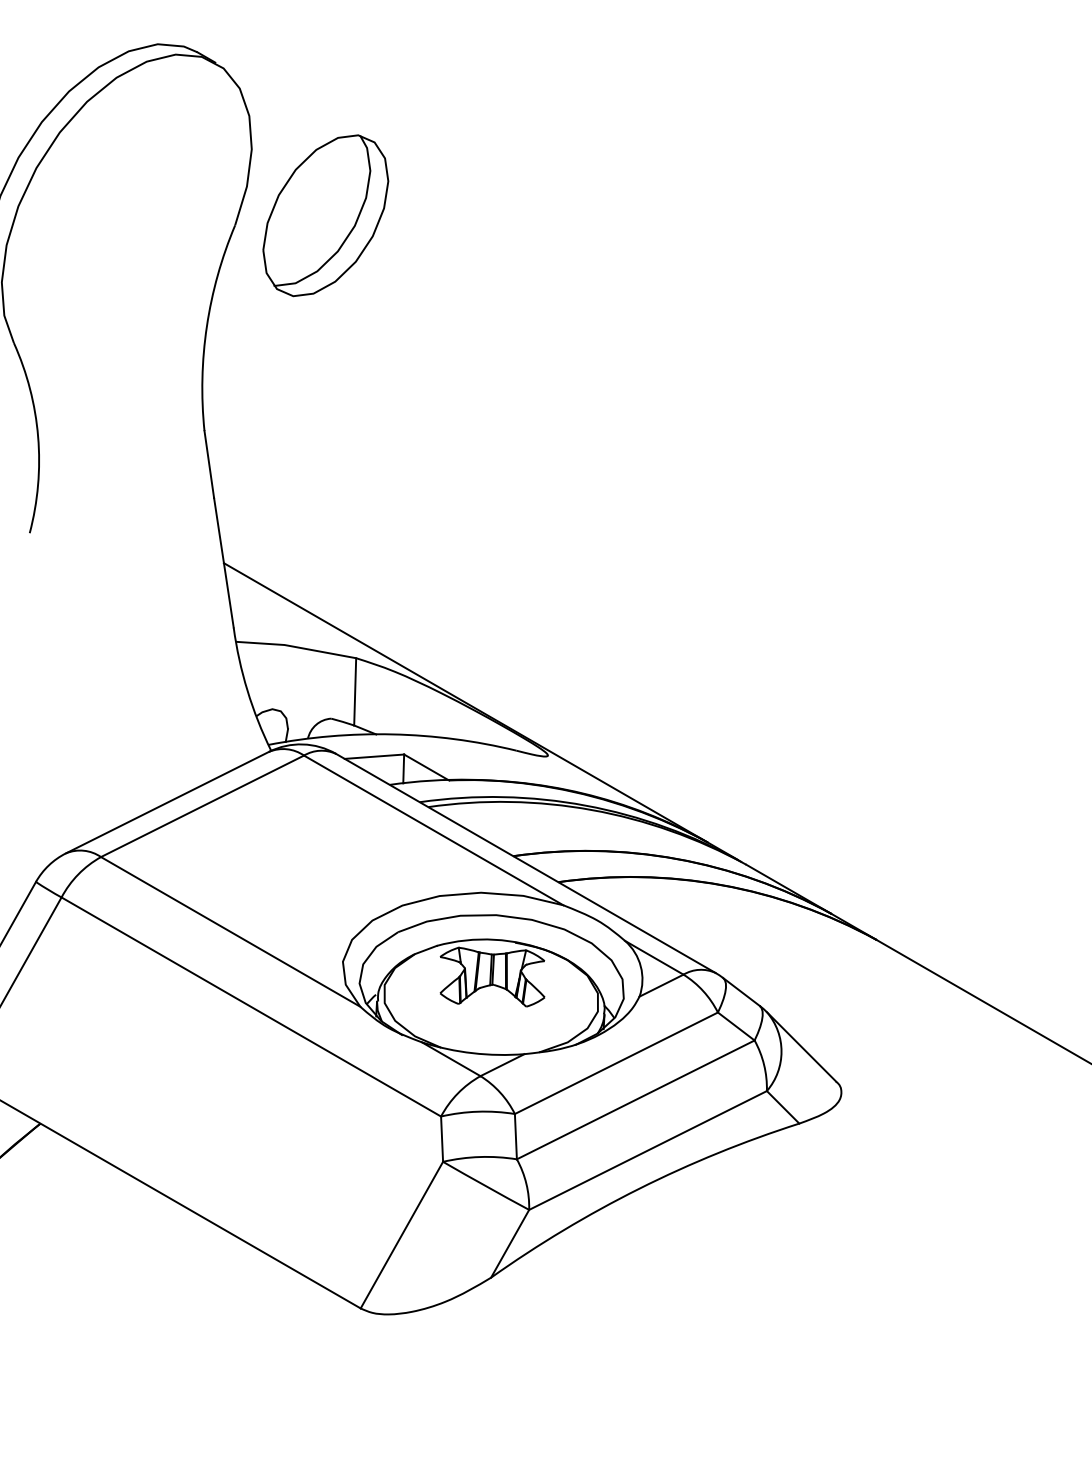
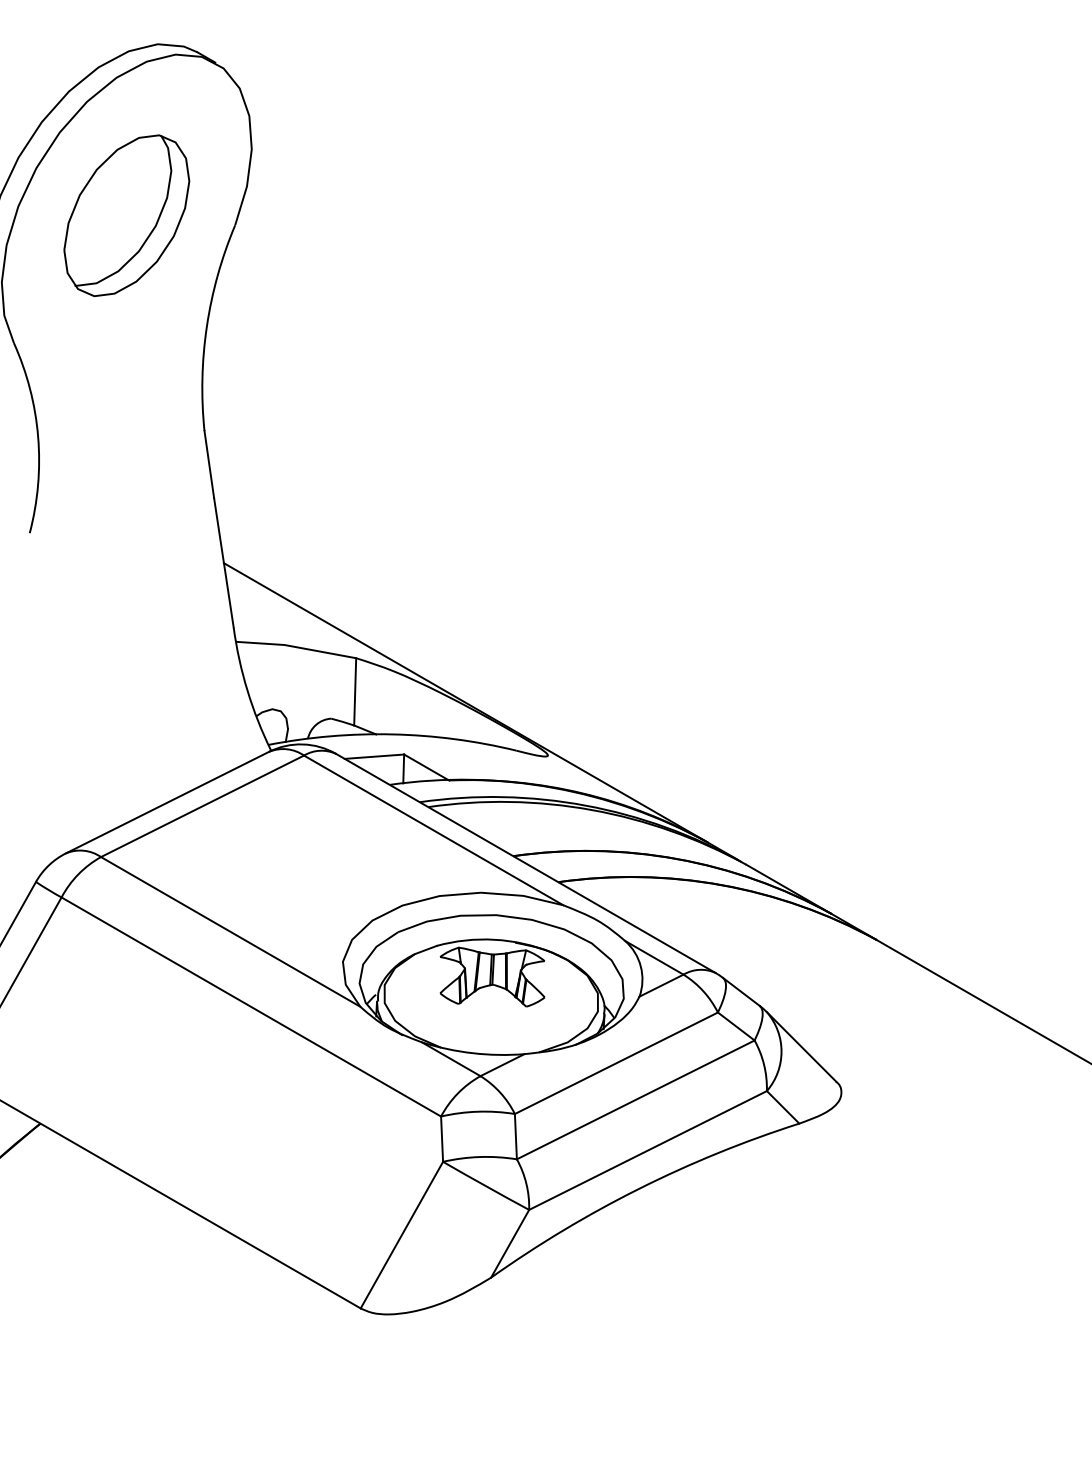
part at (325, 215) position: (325, 215) -> (126, 215)
